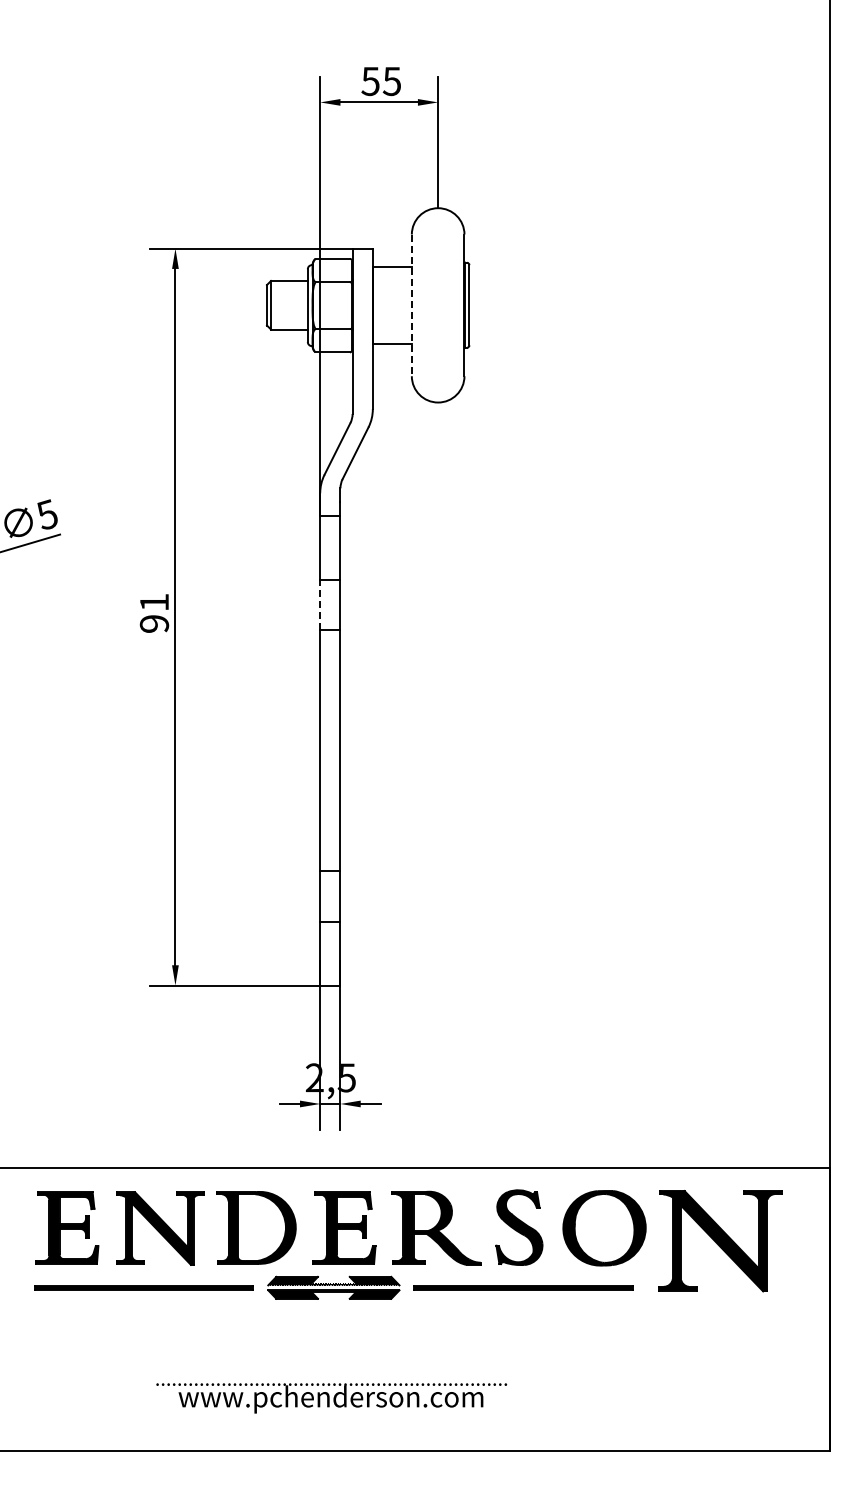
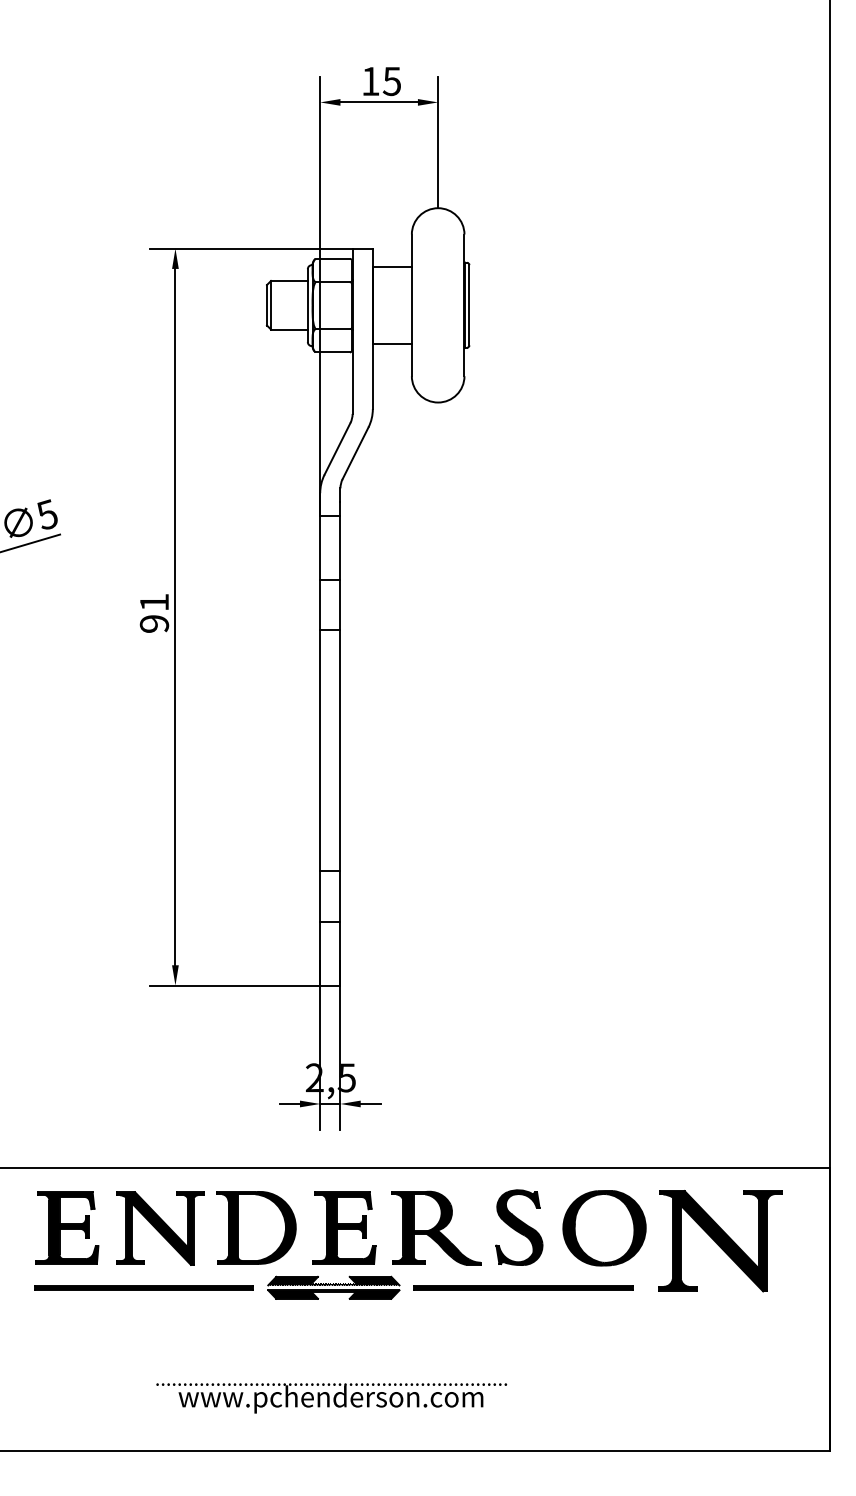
text at (370, 81): 55 -> 15
line at (411, 305): dashed -> solid
line at (320, 604): dashed -> solid
